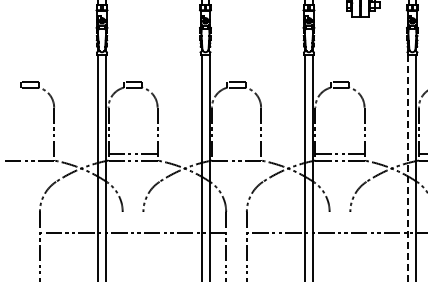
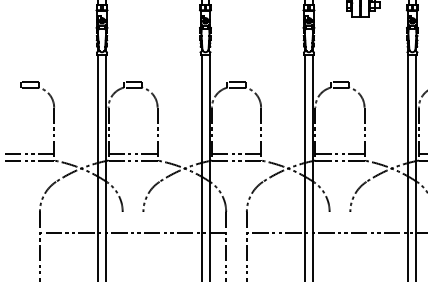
line at (29, 154): none -> present
line at (236, 154): none -> present
line at (408, 168): dashed -> solid
